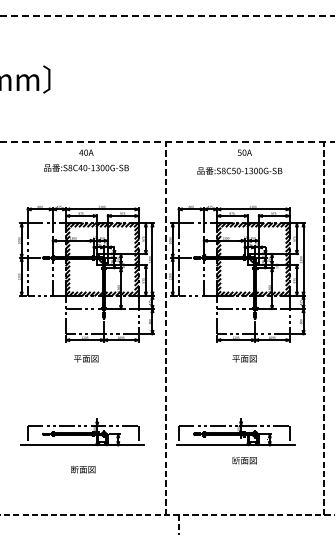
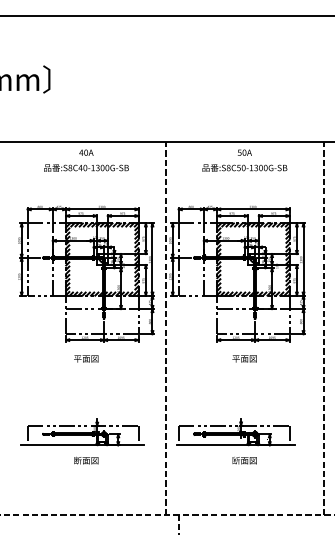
line at (167, 16): dashed -> solid
line at (167, 141): dashed -> solid
text at (239, 170) position: (239, 170) -> (244, 167)
text at (83, 469) position: (83, 469) -> (86, 460)
